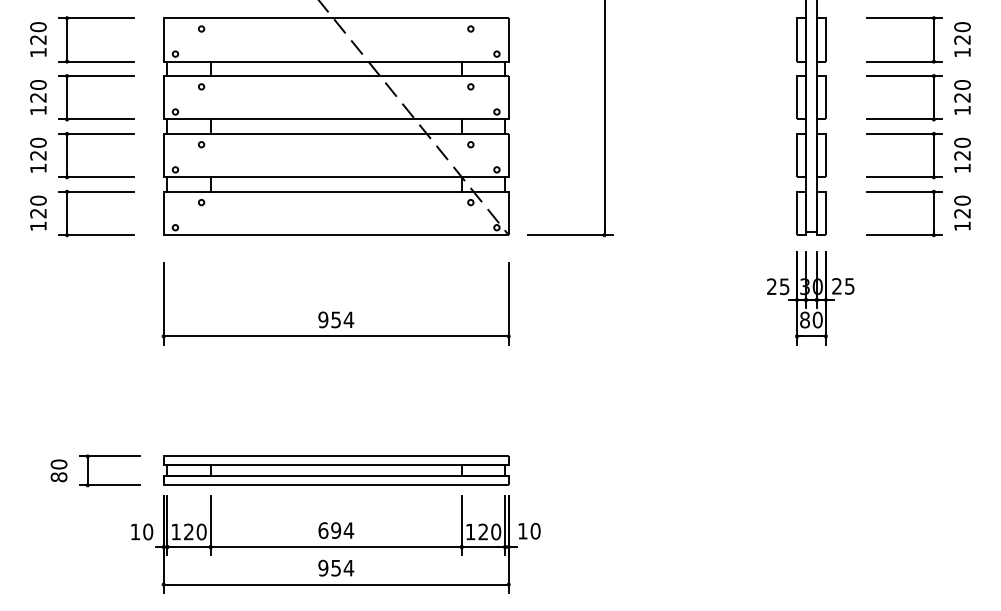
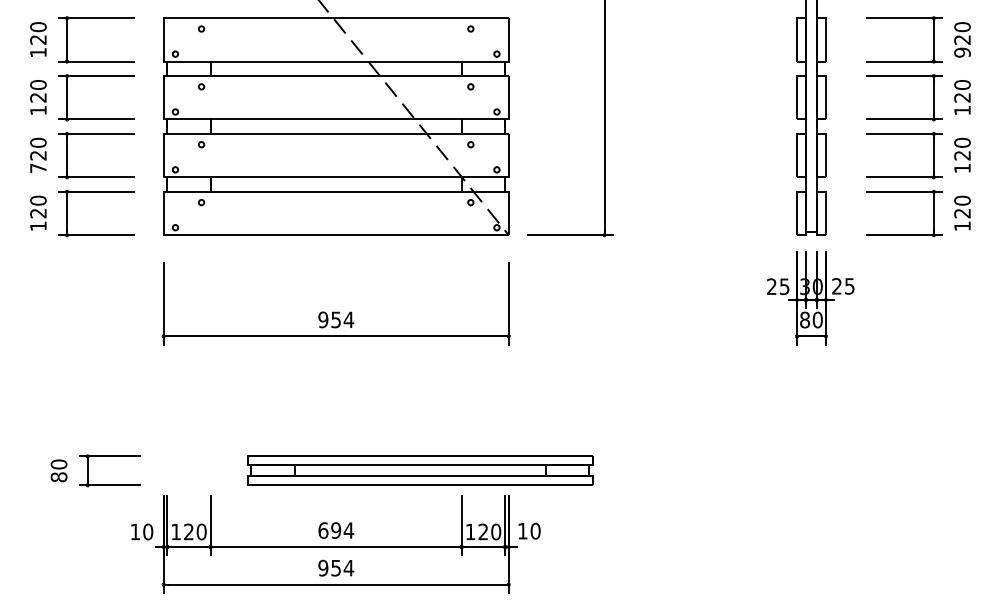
text at (962, 52): 120 -> 920
text at (38, 168): 120 -> 720
part at (336, 470) position: (336, 470) -> (420, 470)
